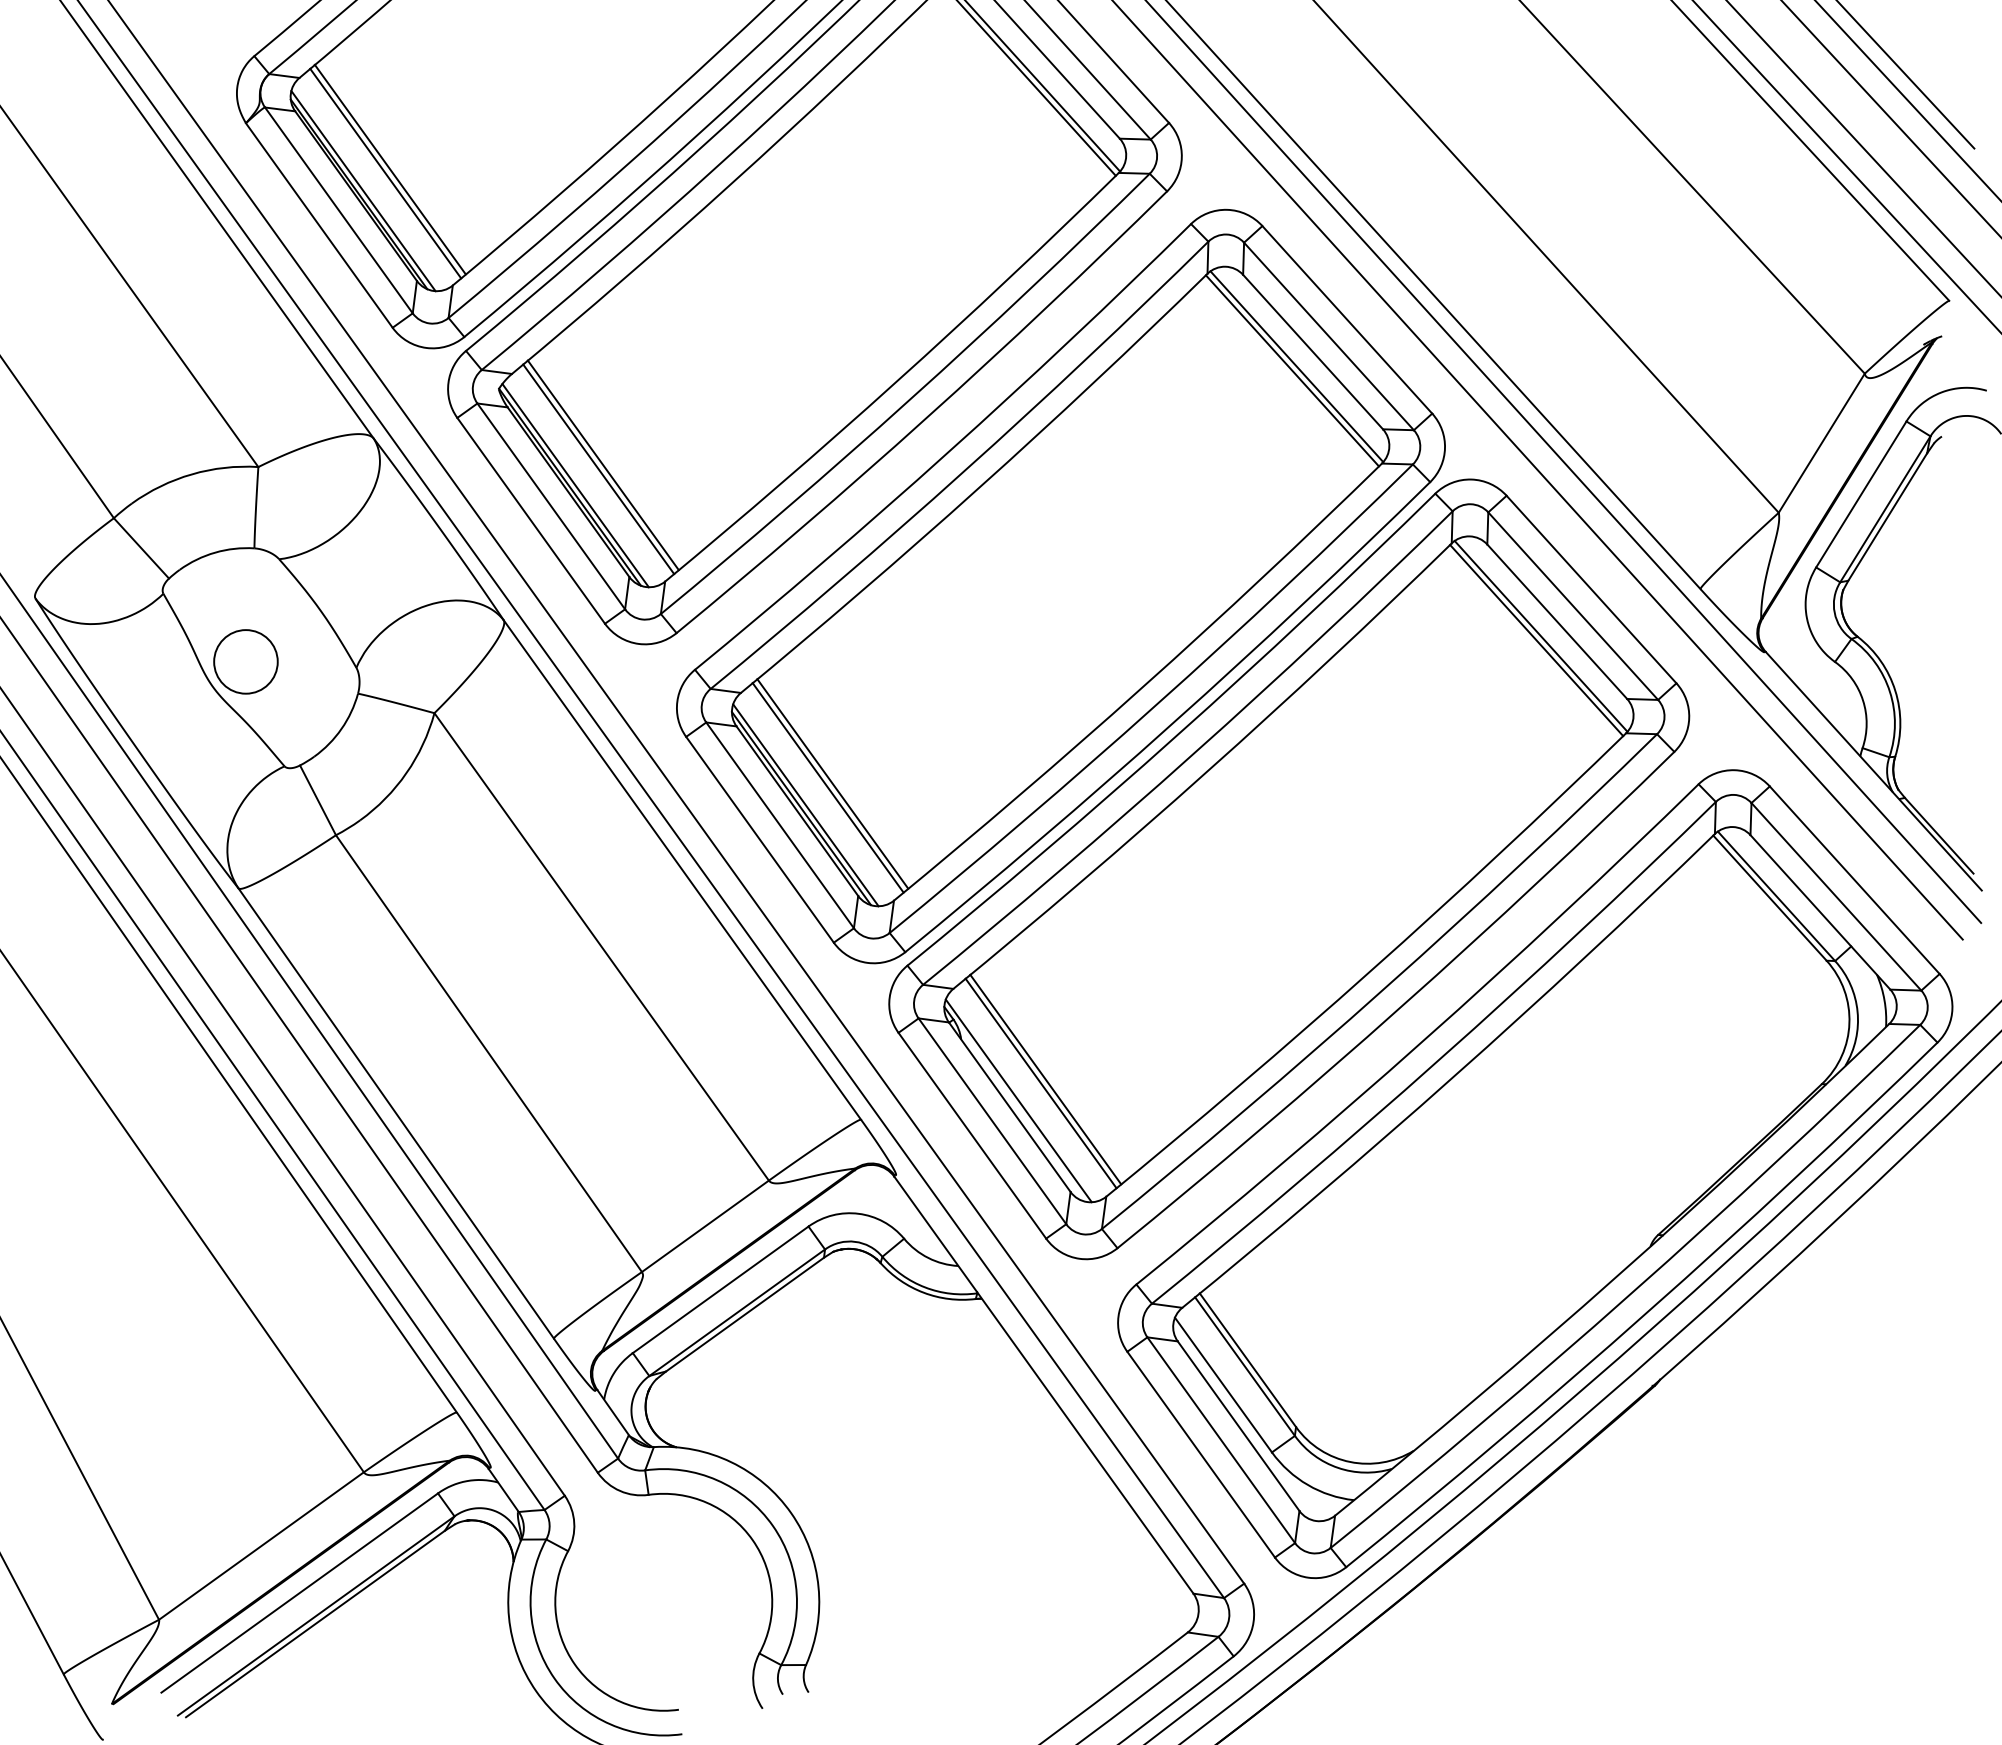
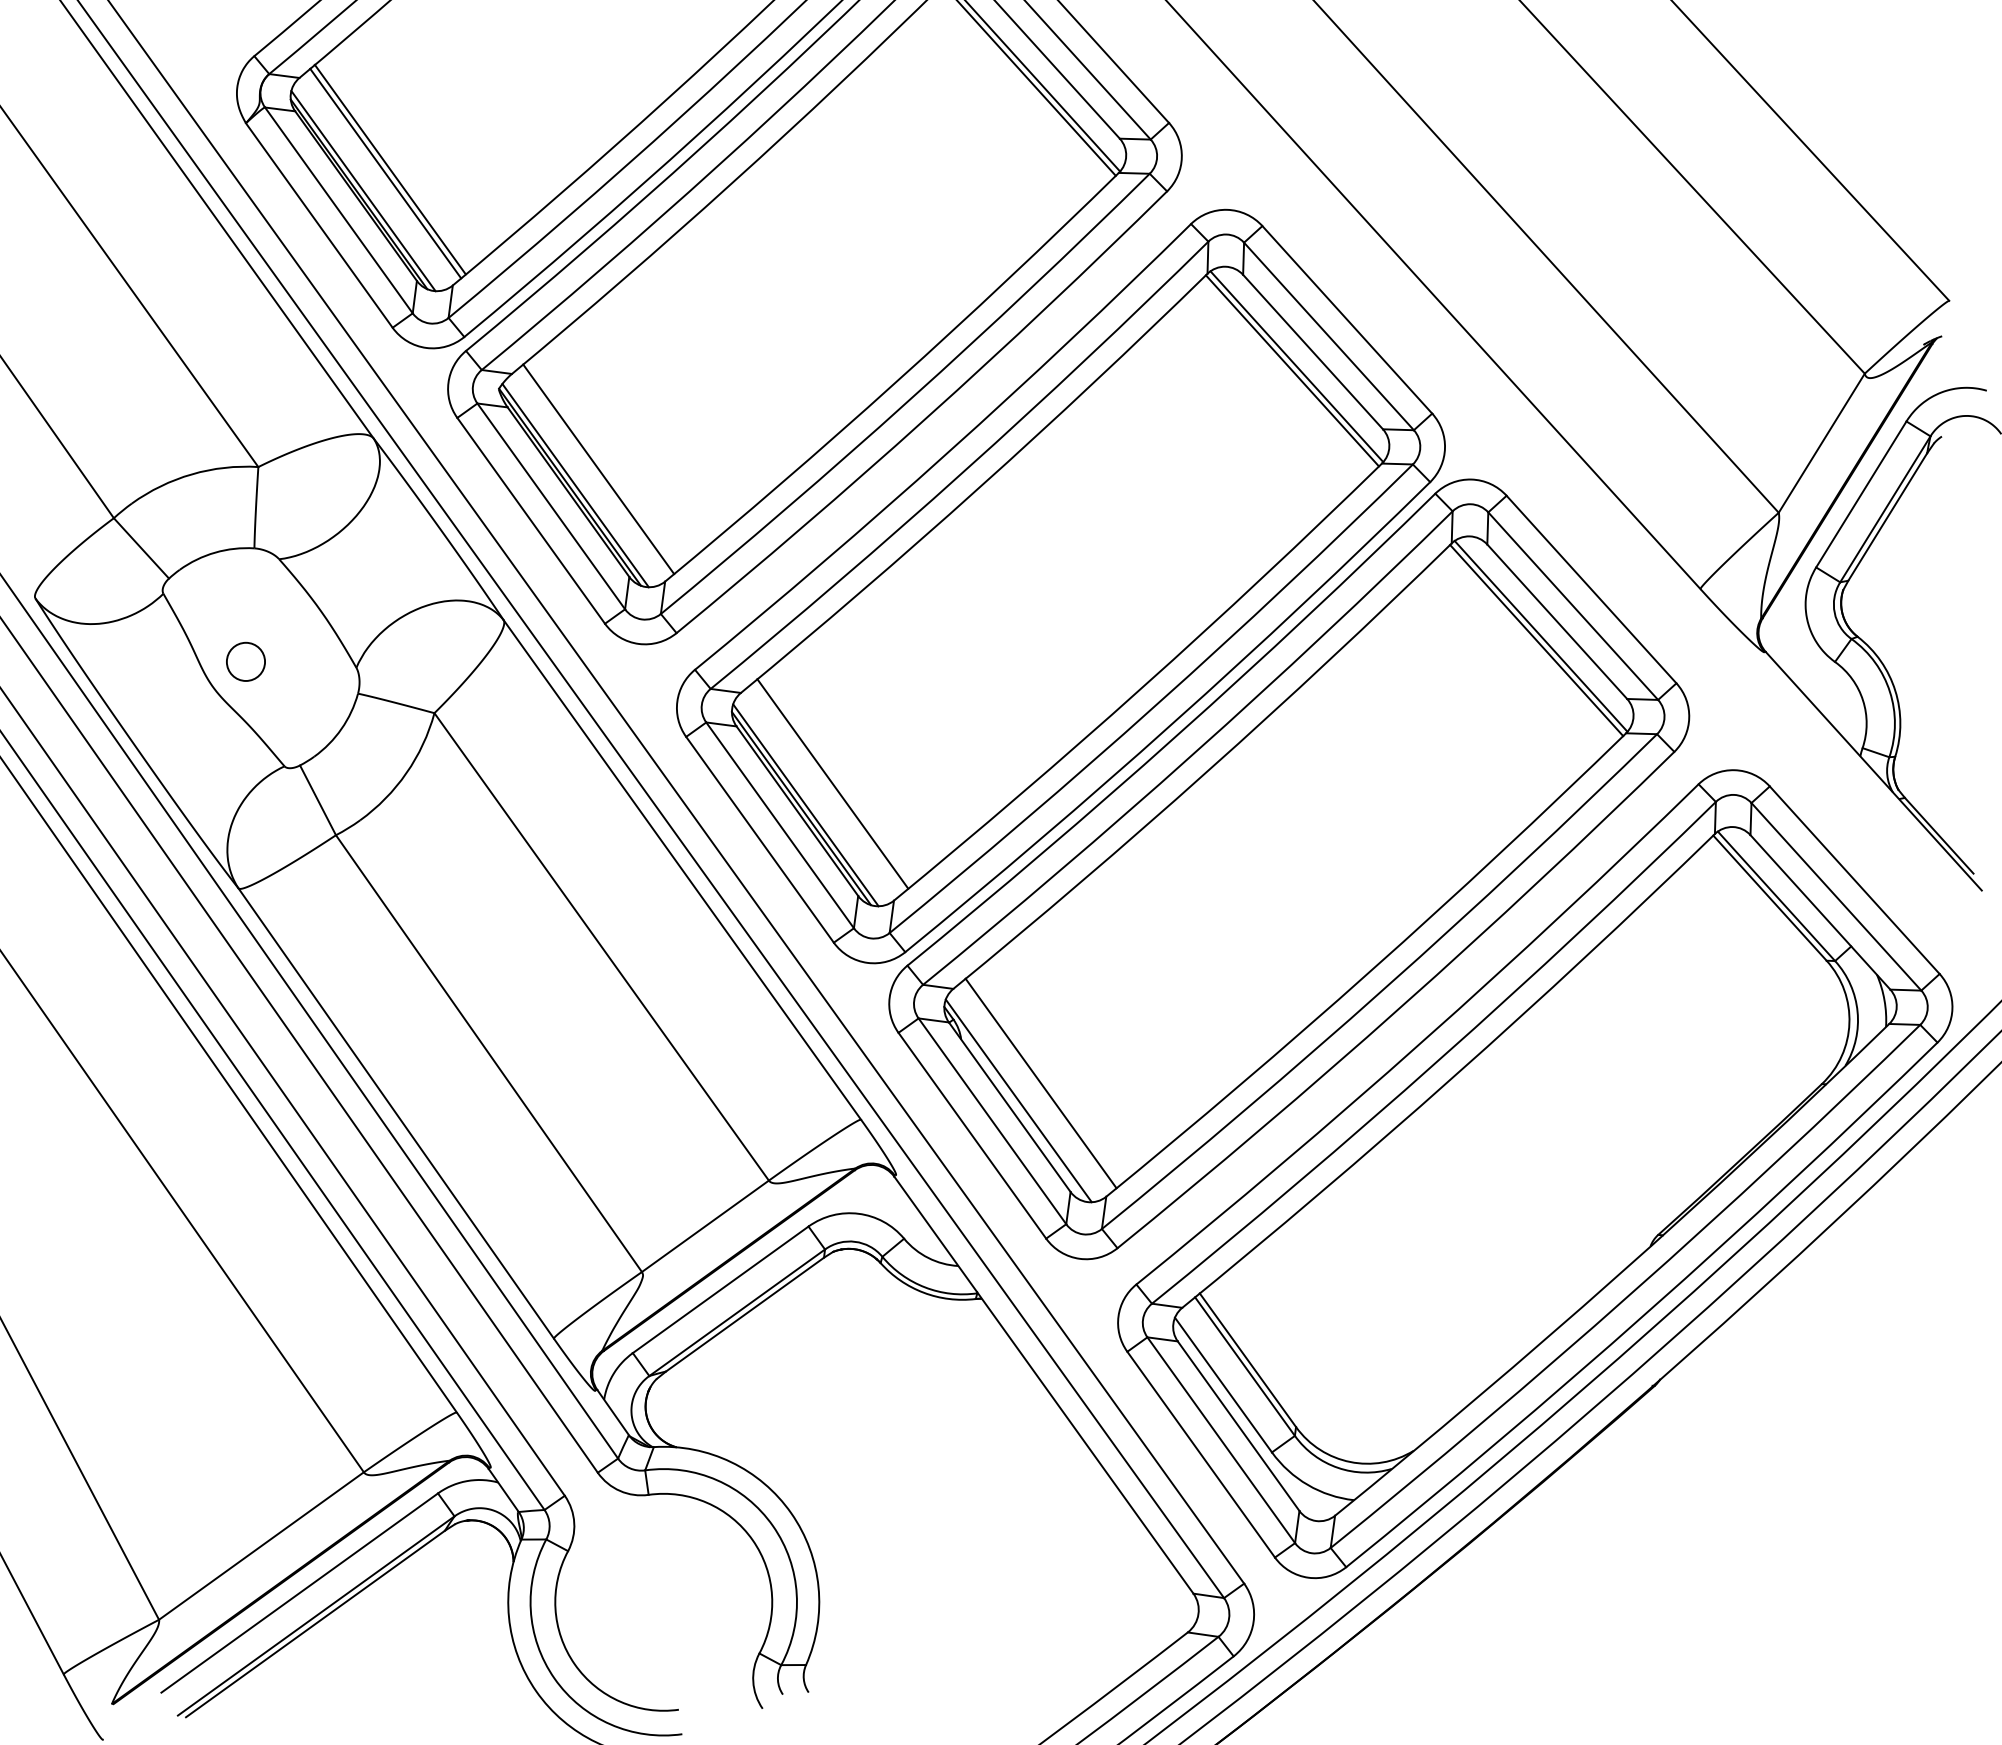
line at (1906, 75): present -> none
line at (1907, 100): present -> none
line at (1890, 118): present -> none
line at (1863, 148): present -> none
line at (1846, 166): present -> none
line at (1564, 462): present -> none
line at (602, 465): present -> none
line at (1538, 470): present -> none
circle at (245, 661) diameter: 64 px -> 38 px
line at (827, 787): present -> none
line at (1045, 1079): present -> none
